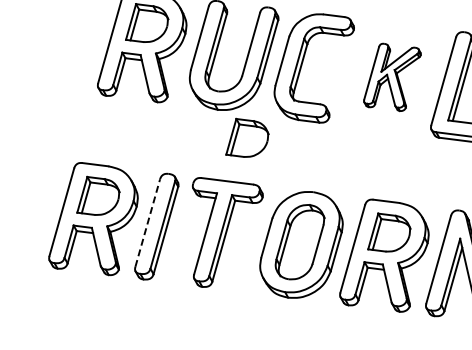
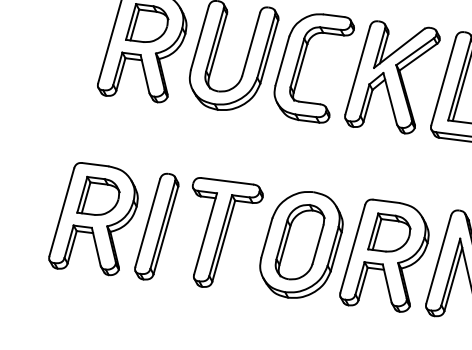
part at (392, 77) size: 59x71 px -> 97x115 px
part at (247, 137): present -> none
line at (147, 222): dashed -> solid
